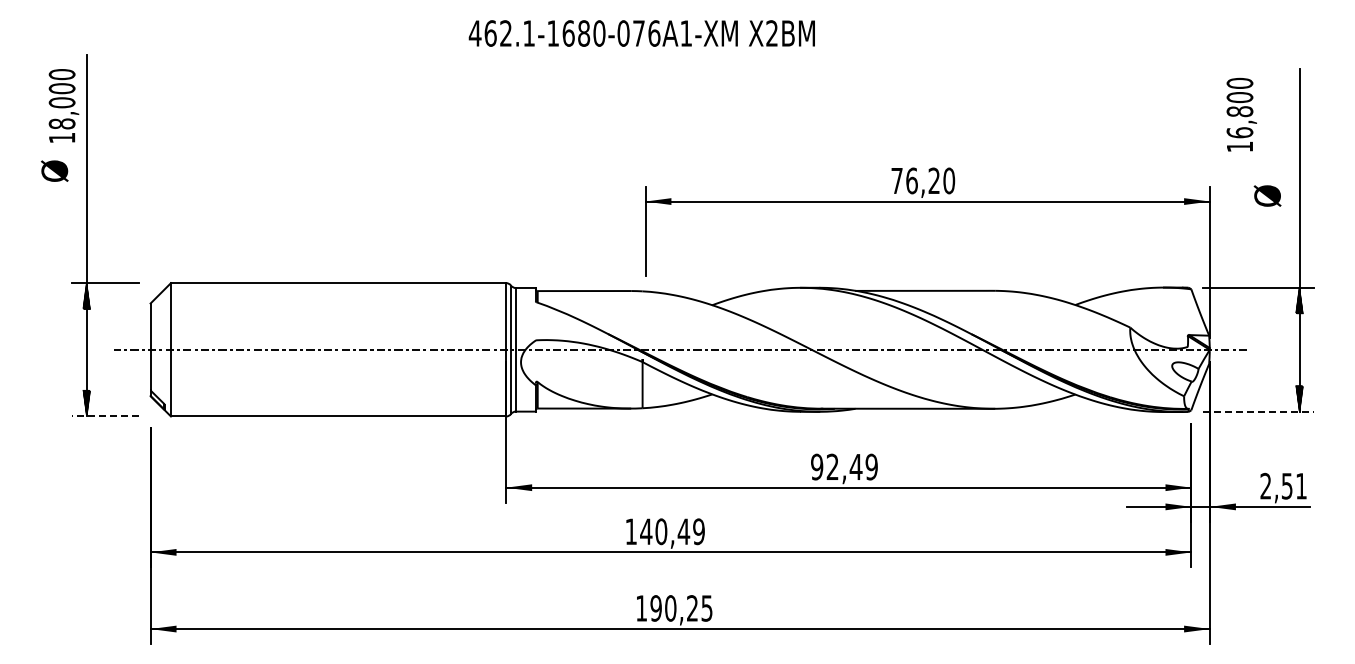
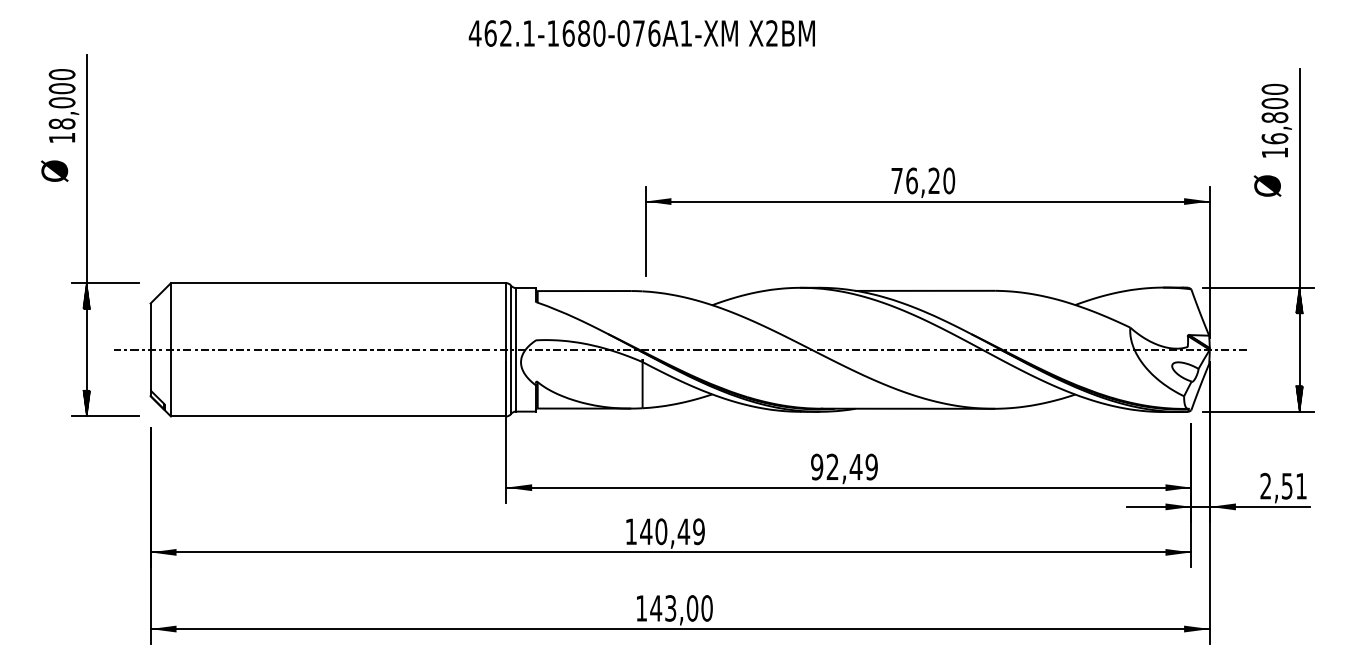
text at (1241, 114) position: (1241, 114) -> (1276, 120)
text at (1267, 195) position: (1267, 195) -> (1267, 185)
line at (1258, 412): dashed -> solid
line at (104, 416): dashed -> solid
text at (681, 608): 190,25 -> 143,00
